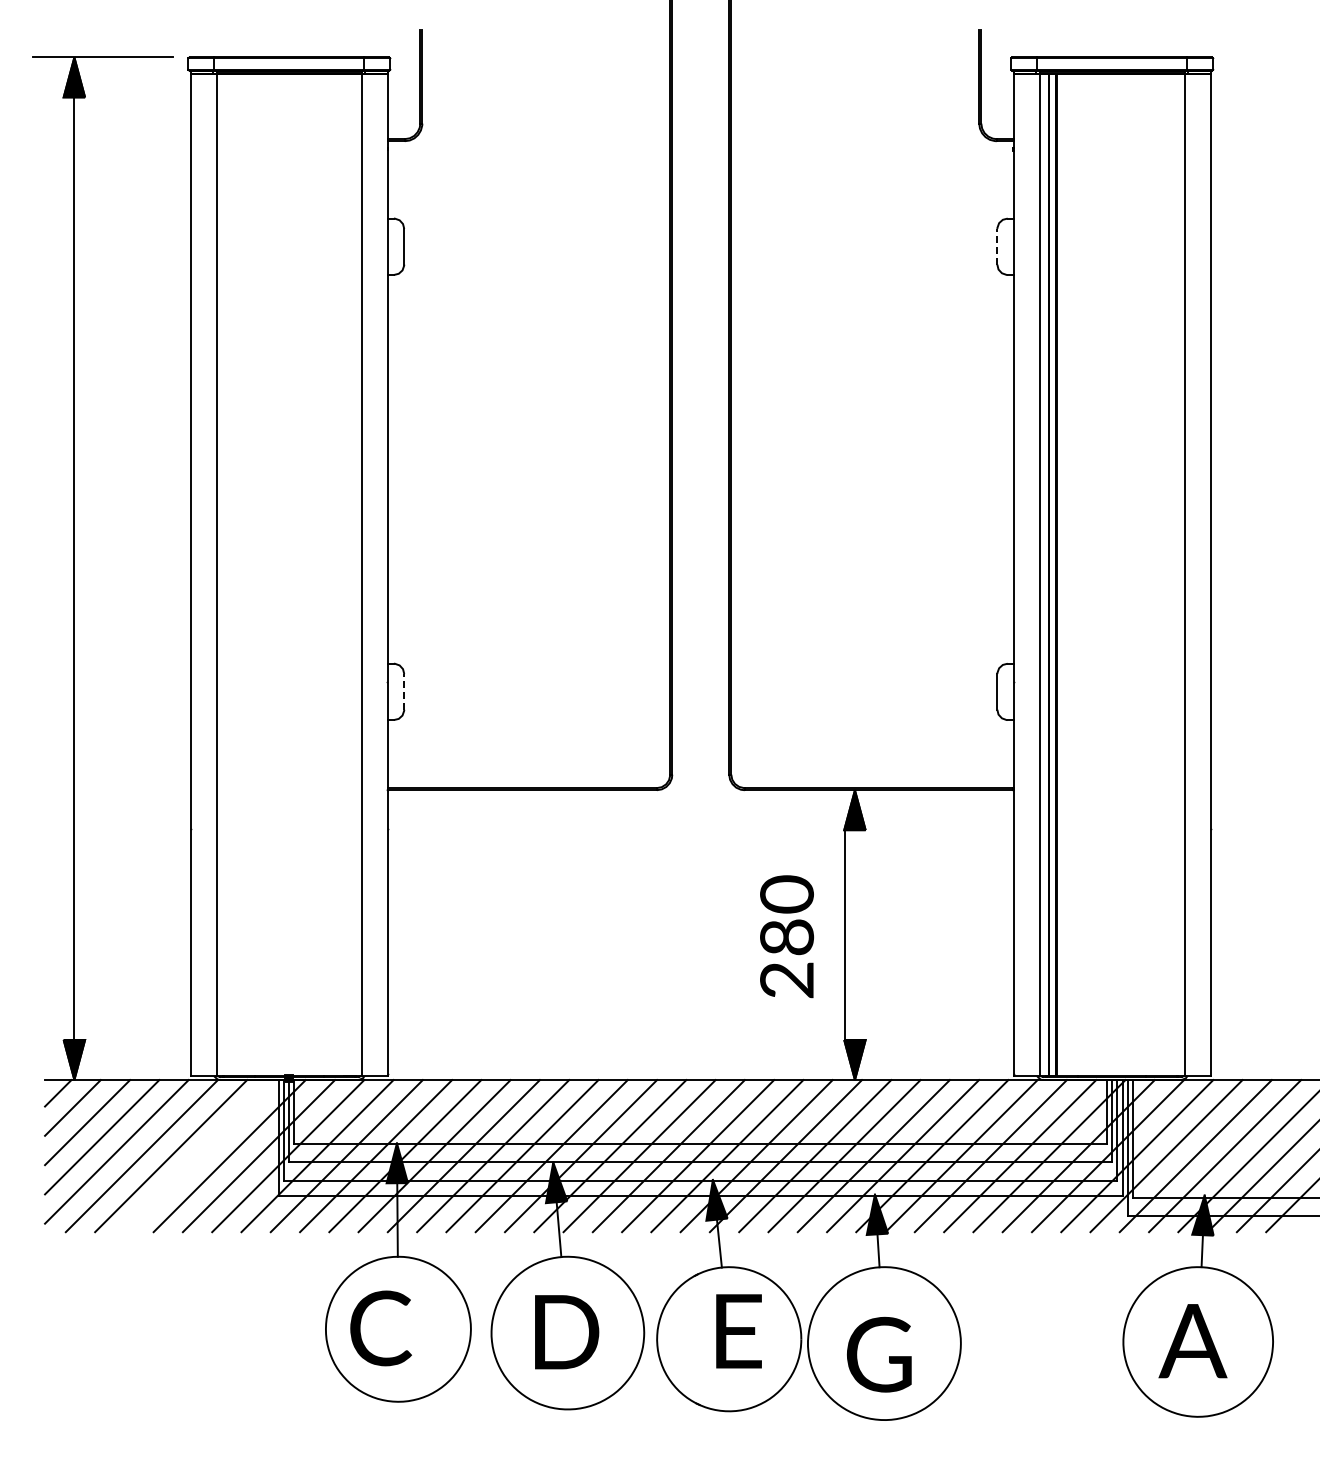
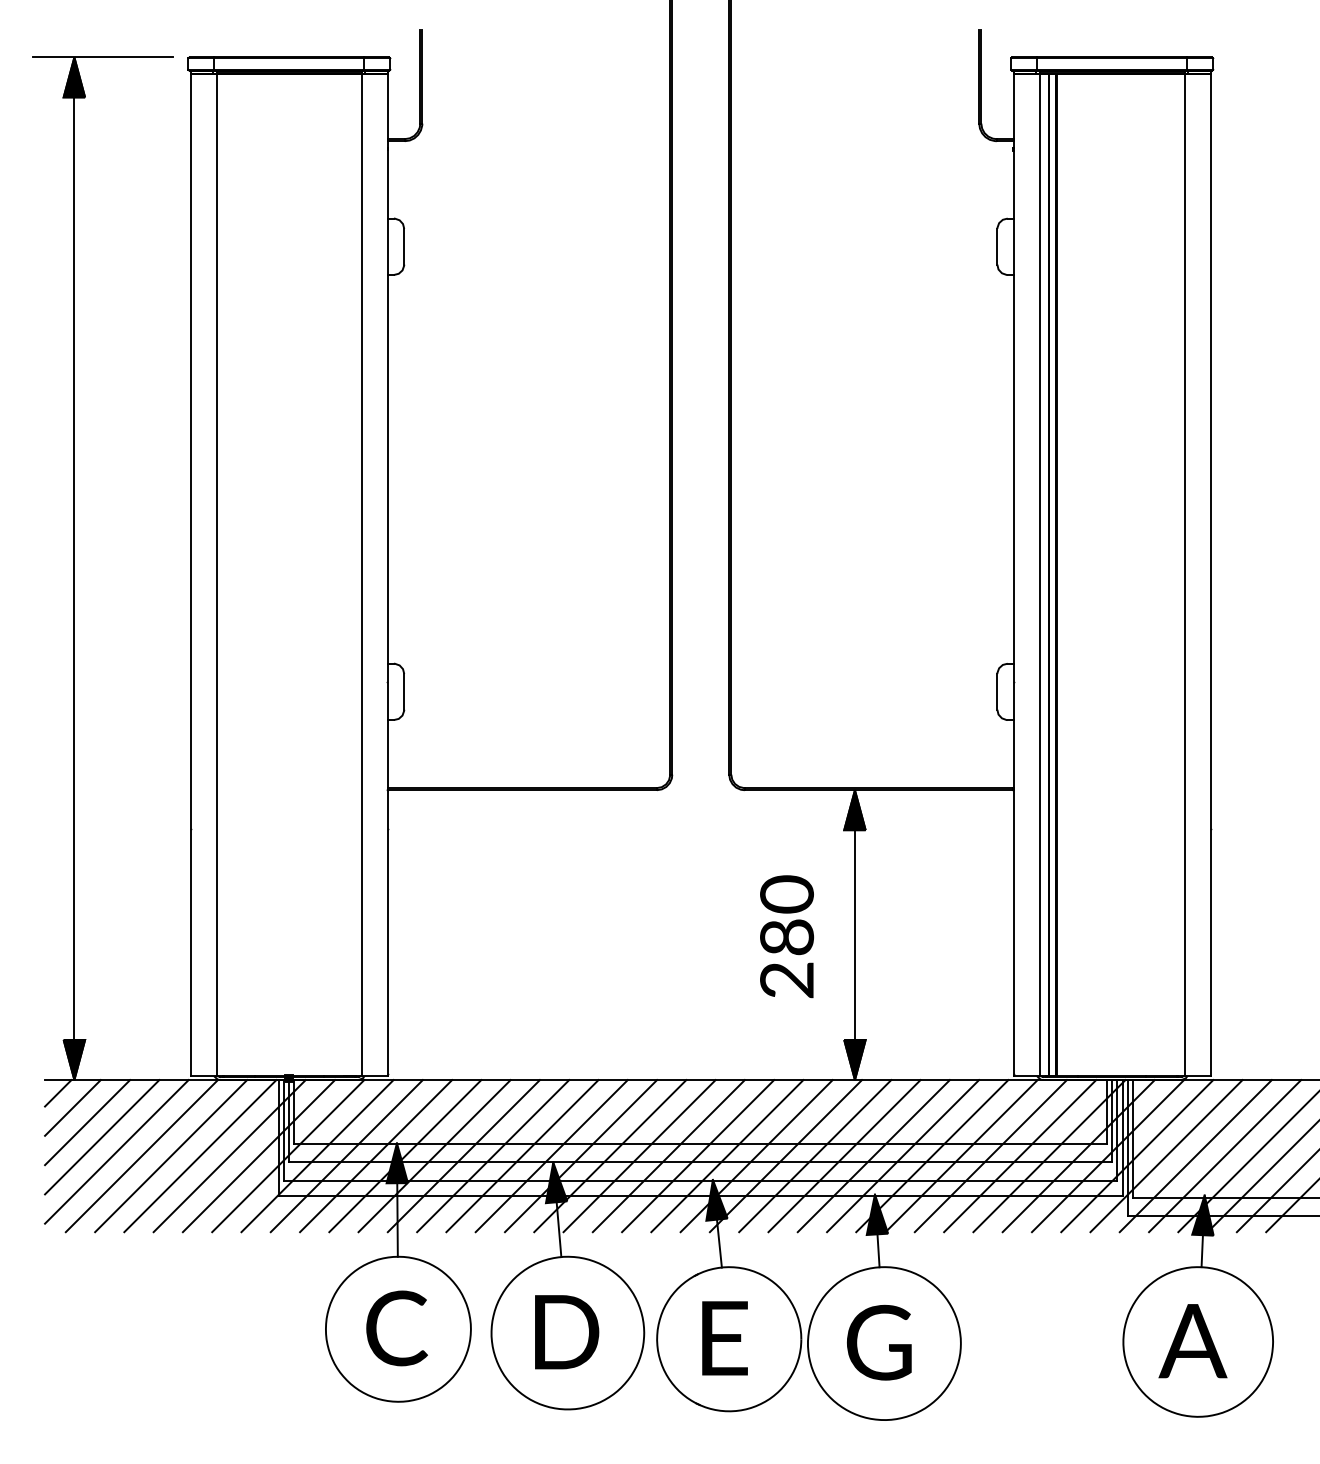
line at (997, 246): dashed -> solid
line at (404, 691): dashed -> solid
line at (844, 935) position: (844, 935) -> (854, 935)
line at (200, 1156): none -> present
text at (380, 1328) position: (380, 1328) -> (396, 1328)
text at (738, 1331) position: (738, 1331) -> (724, 1338)
text at (879, 1354) position: (879, 1354) -> (879, 1342)
